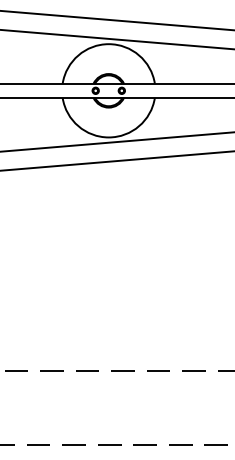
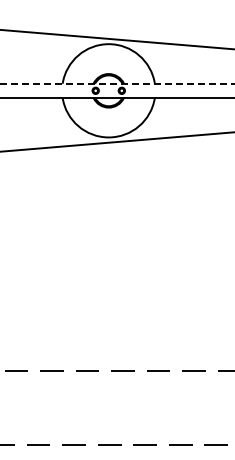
line at (116, 20): present -> none
line at (117, 83): solid -> dashed
line at (116, 160): present -> none
